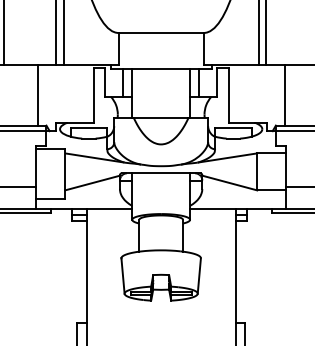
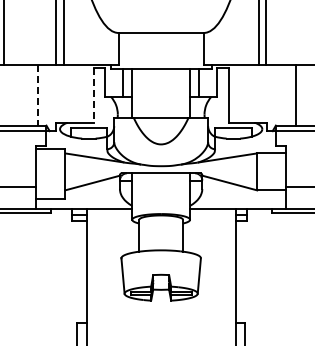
line at (284, 94) position: (284, 94) -> (295, 94)
line at (37, 95): solid -> dashed
line at (93, 95): solid -> dashed
